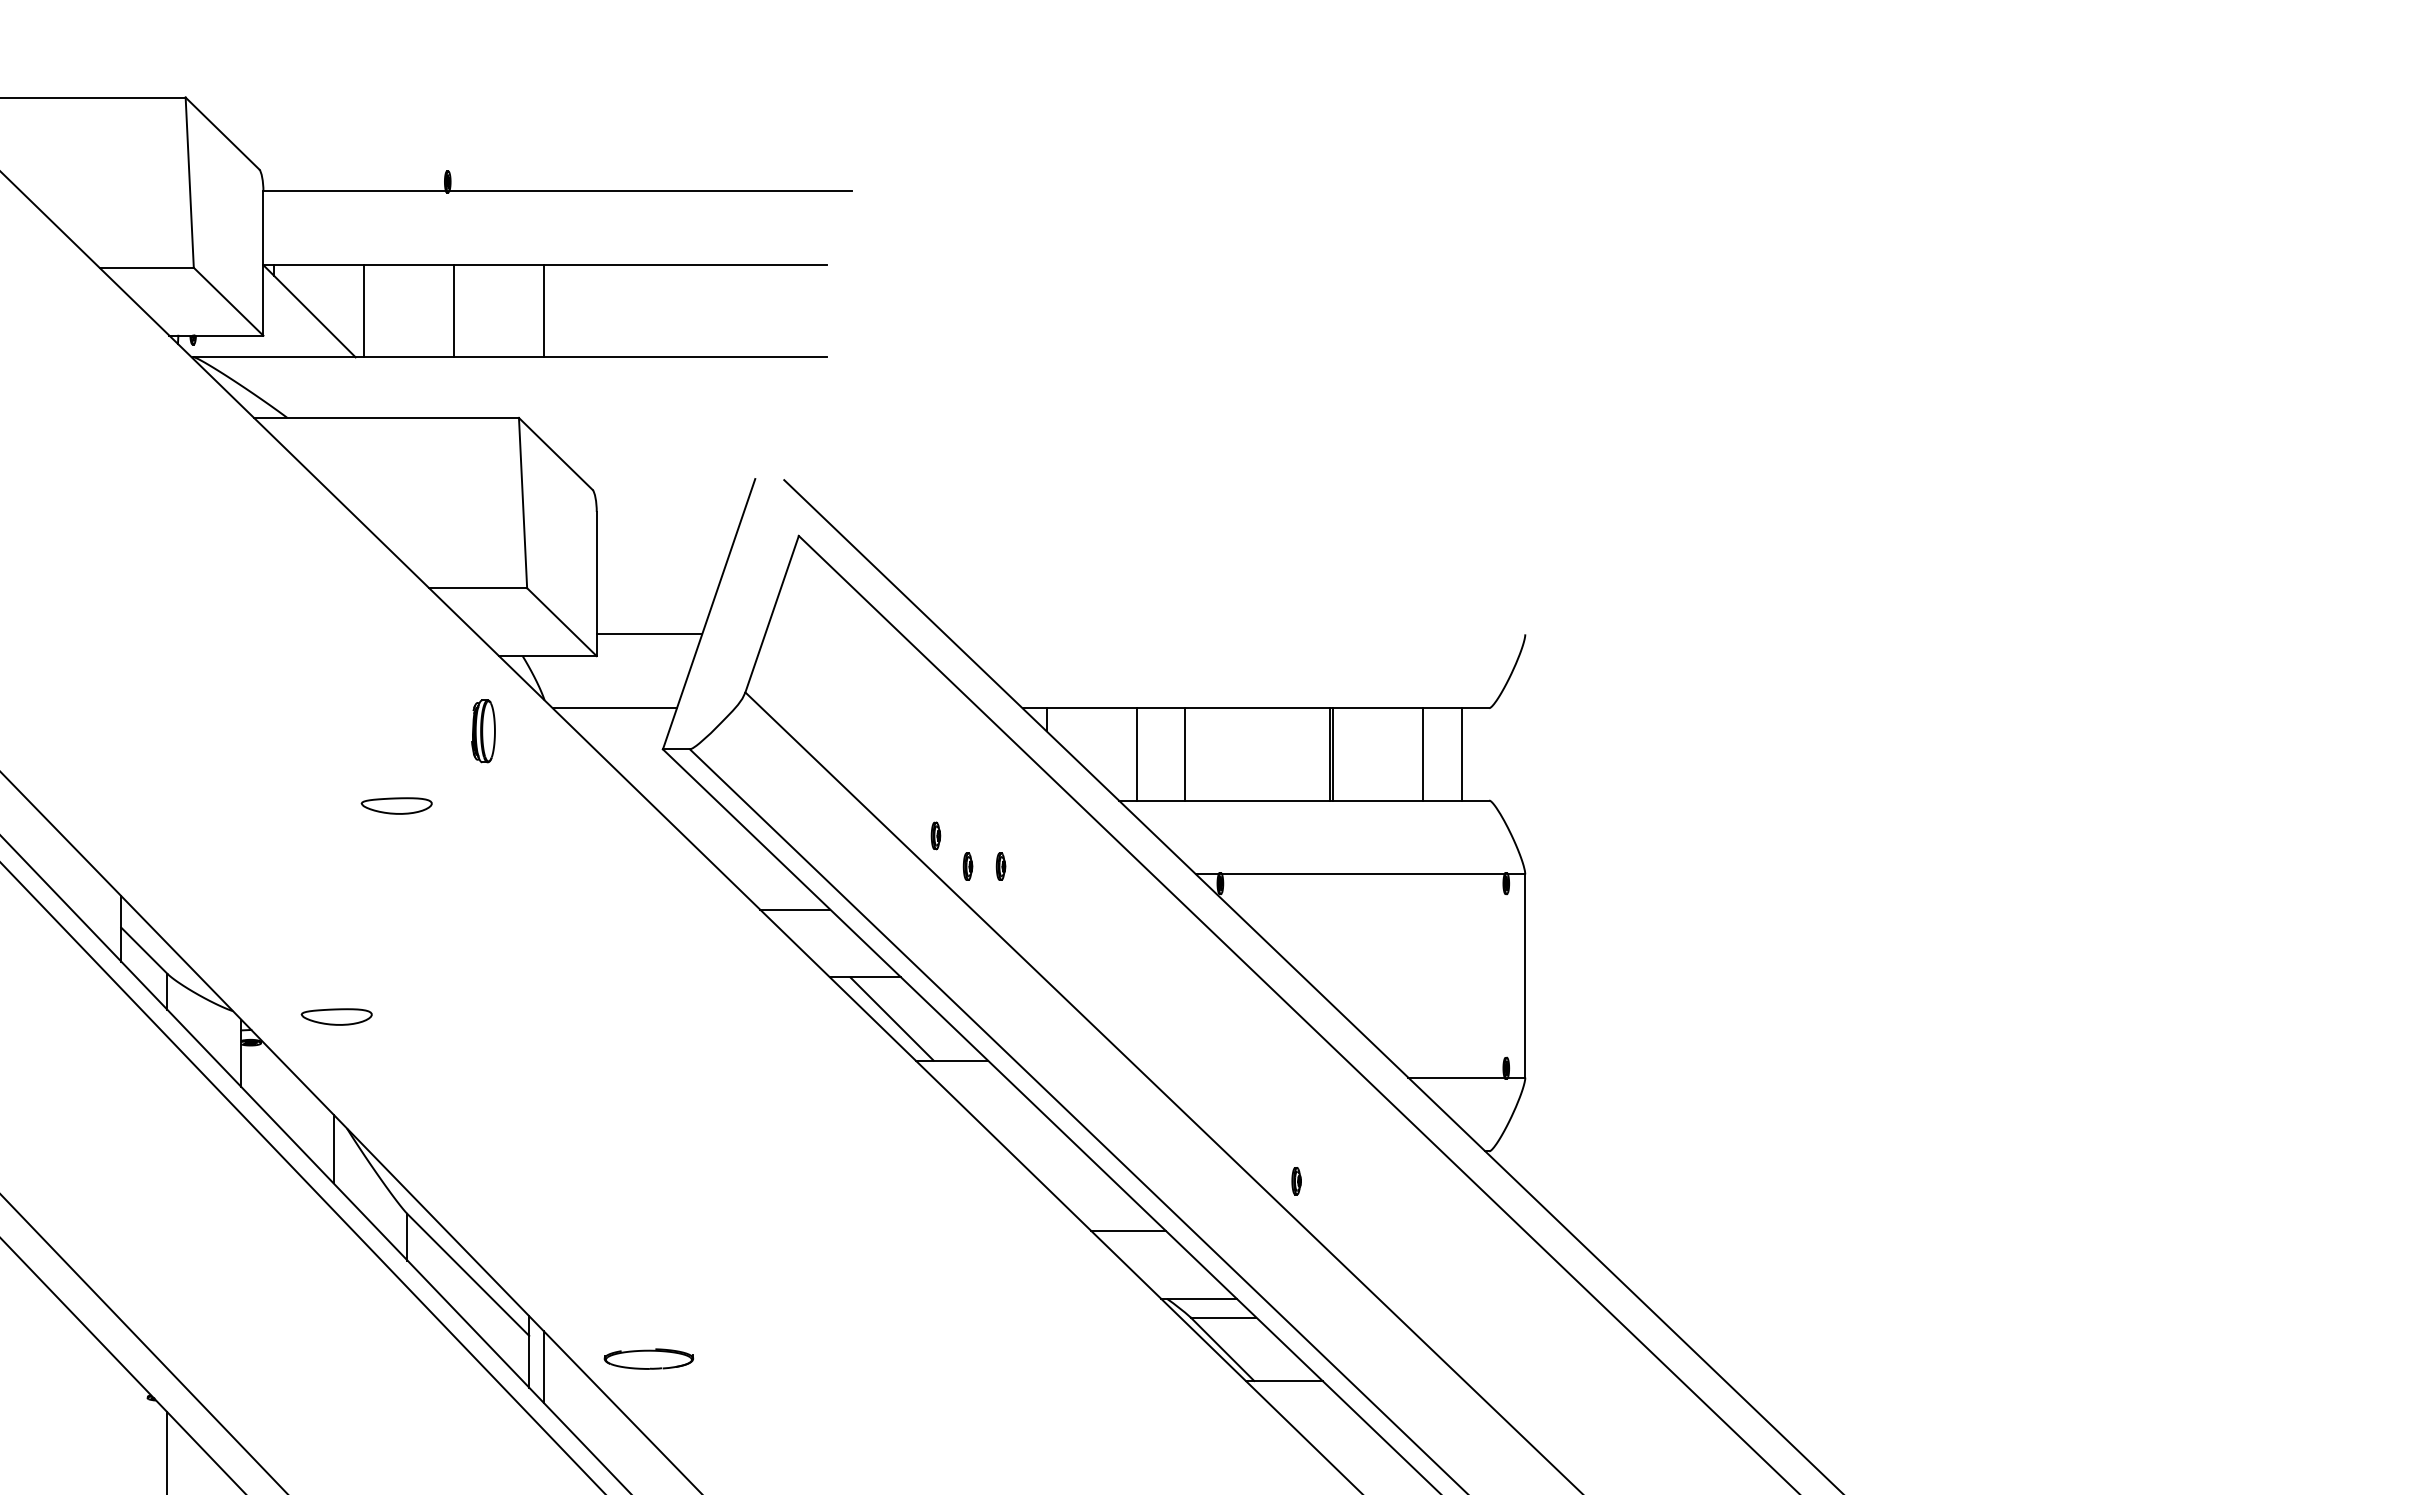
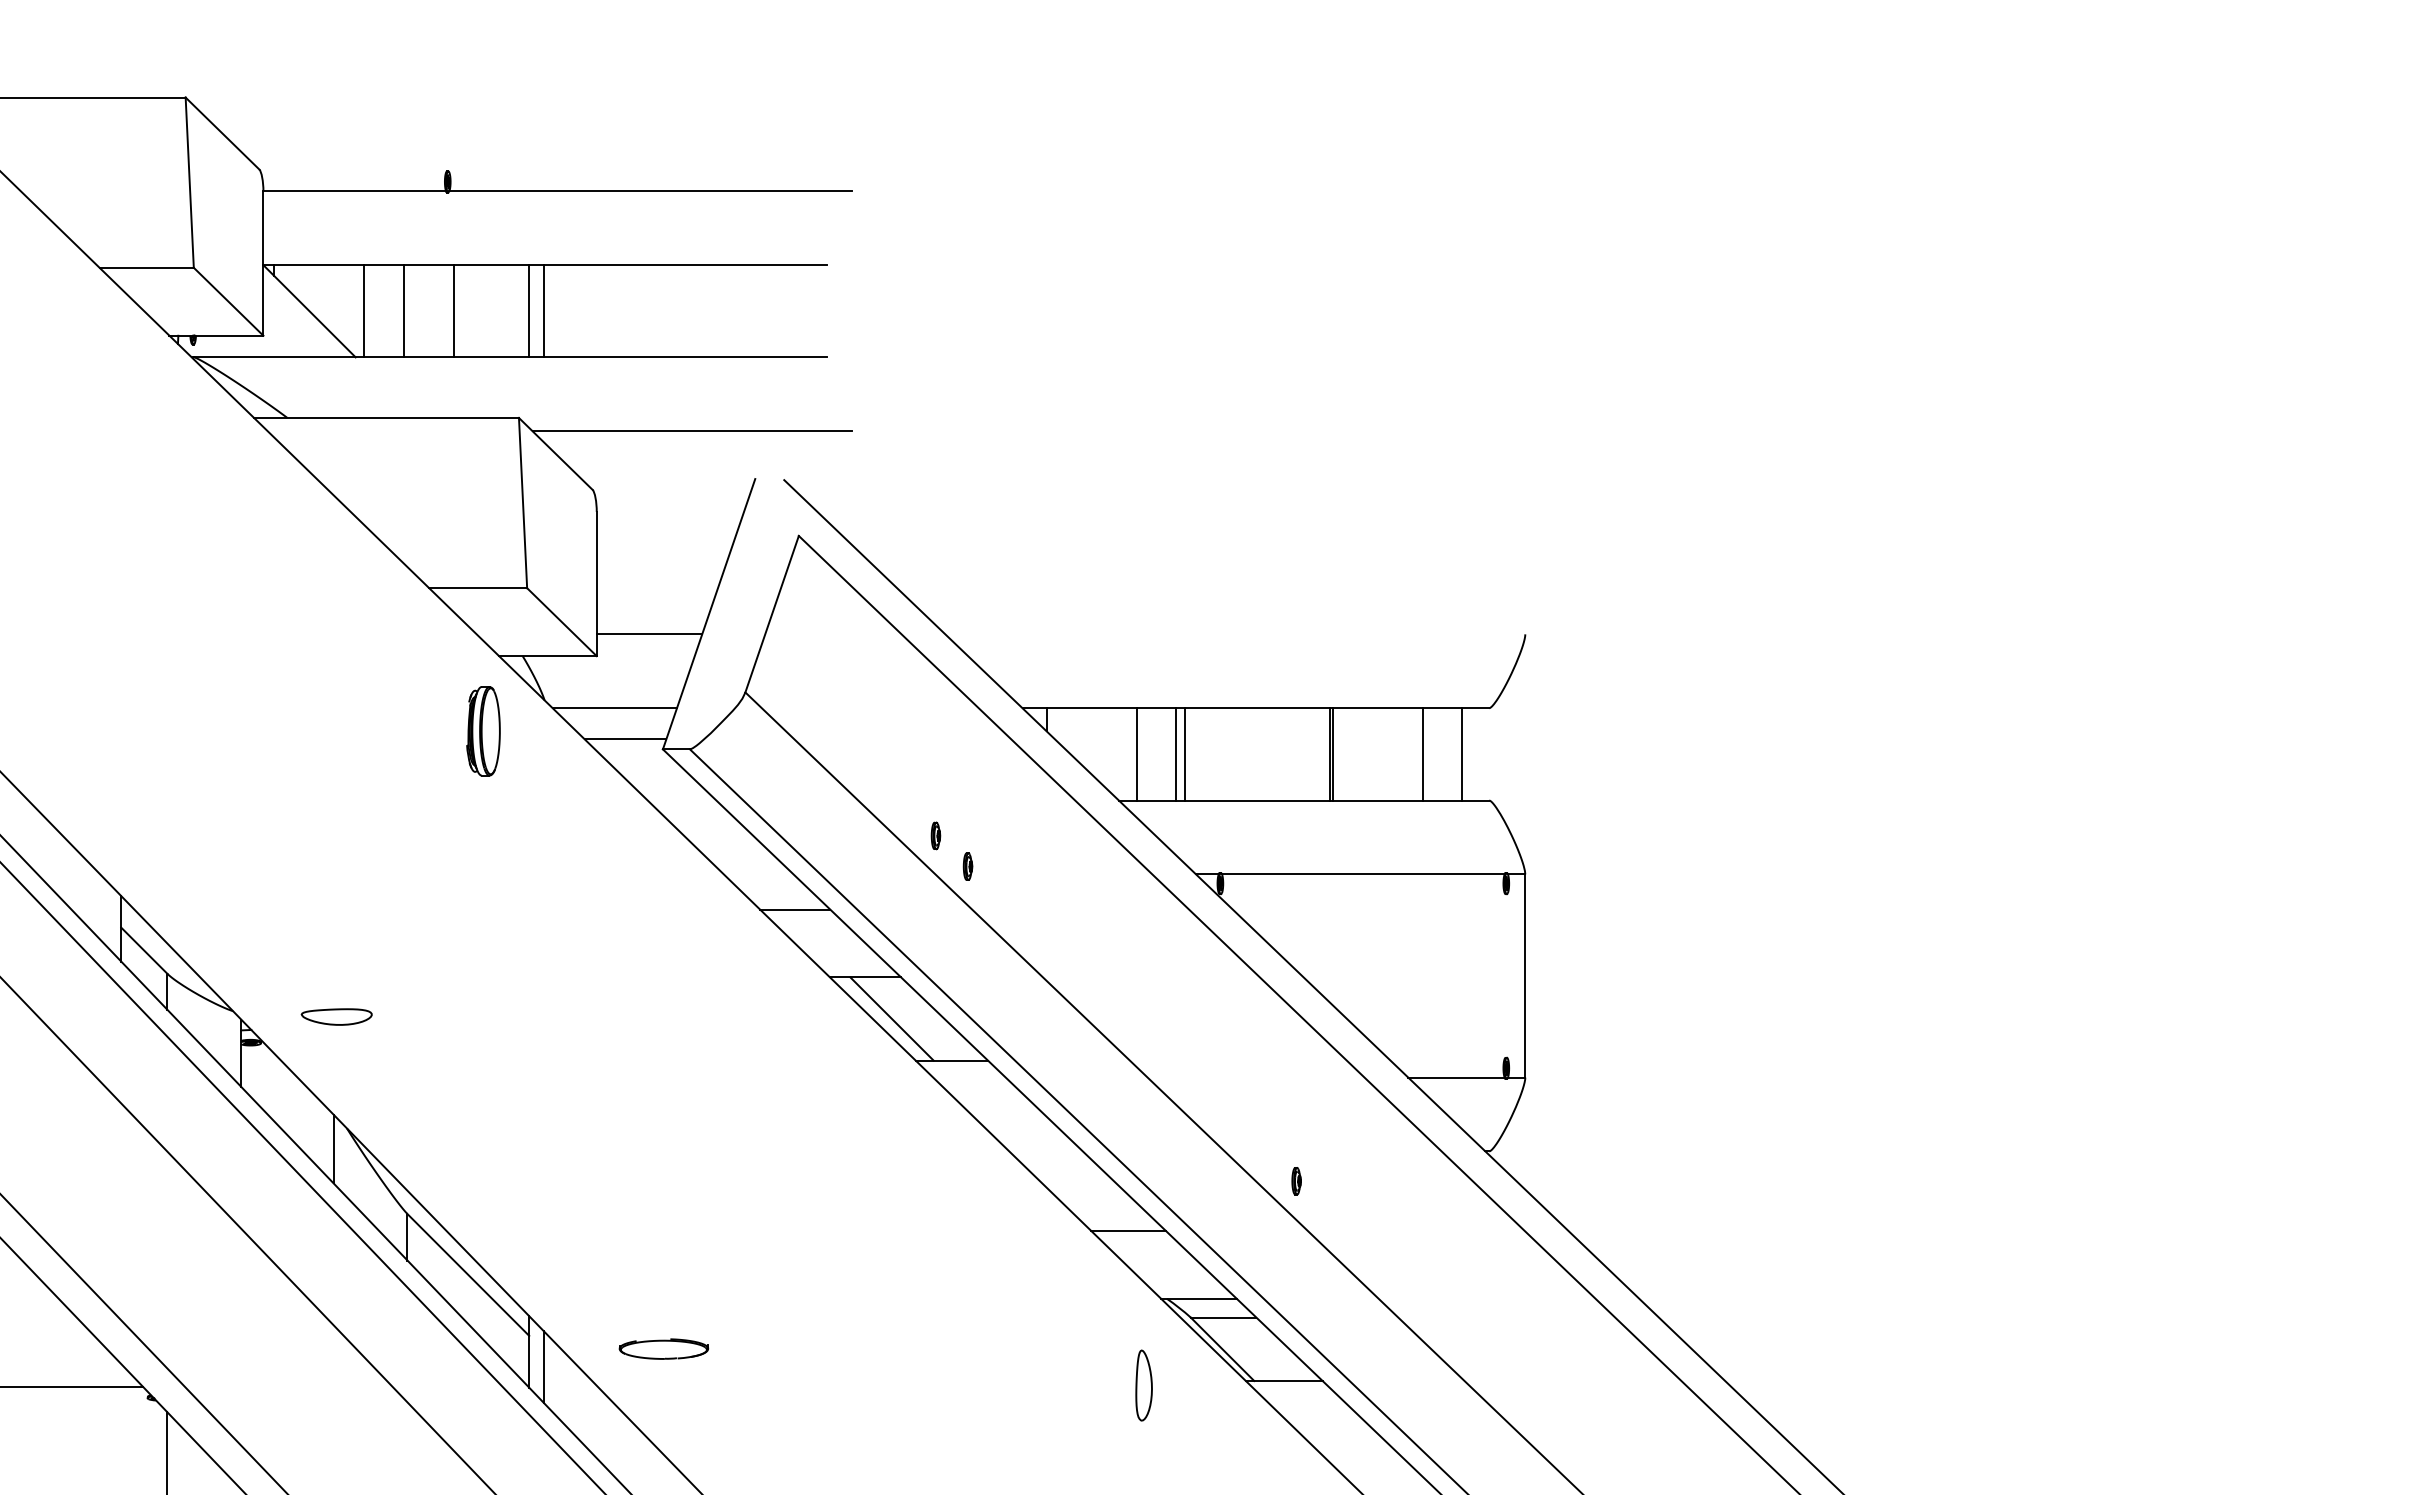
line at (403, 311): none -> present
line at (529, 311): none -> present
line at (691, 431): none -> present
part at (483, 731) size: 25x65 px -> 35x91 px
line at (625, 739): none -> present
line at (1176, 754): none -> present
part at (396, 805): present -> none
part at (1000, 866): present -> none
line at (247, 1235): none -> present
part at (648, 1358) position: (648, 1358) -> (663, 1348)
part at (1143, 1385): none -> present
line at (72, 1387): none -> present
